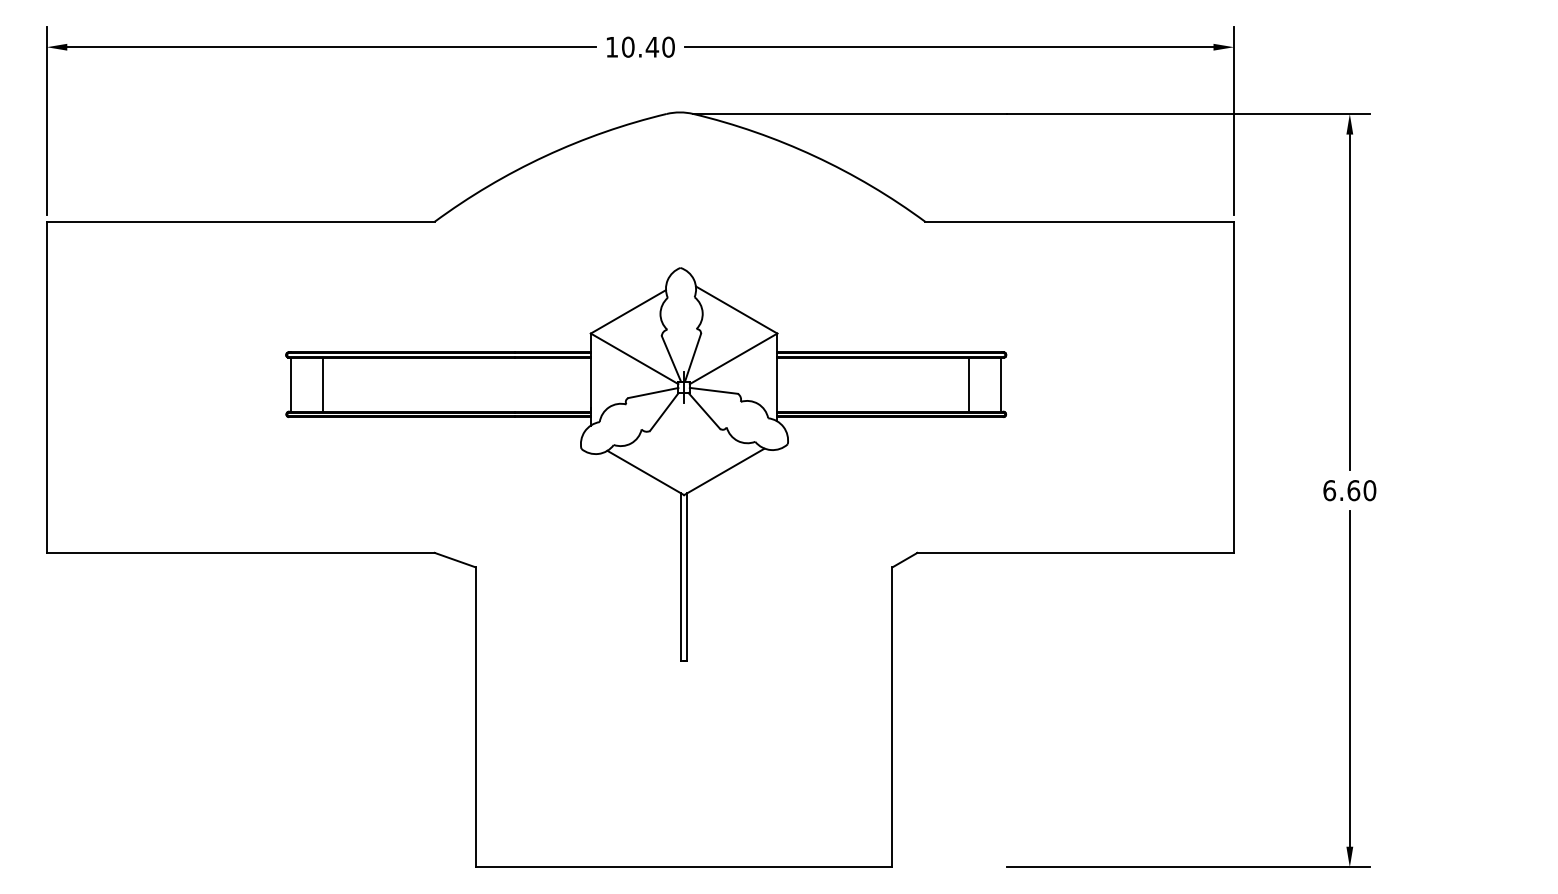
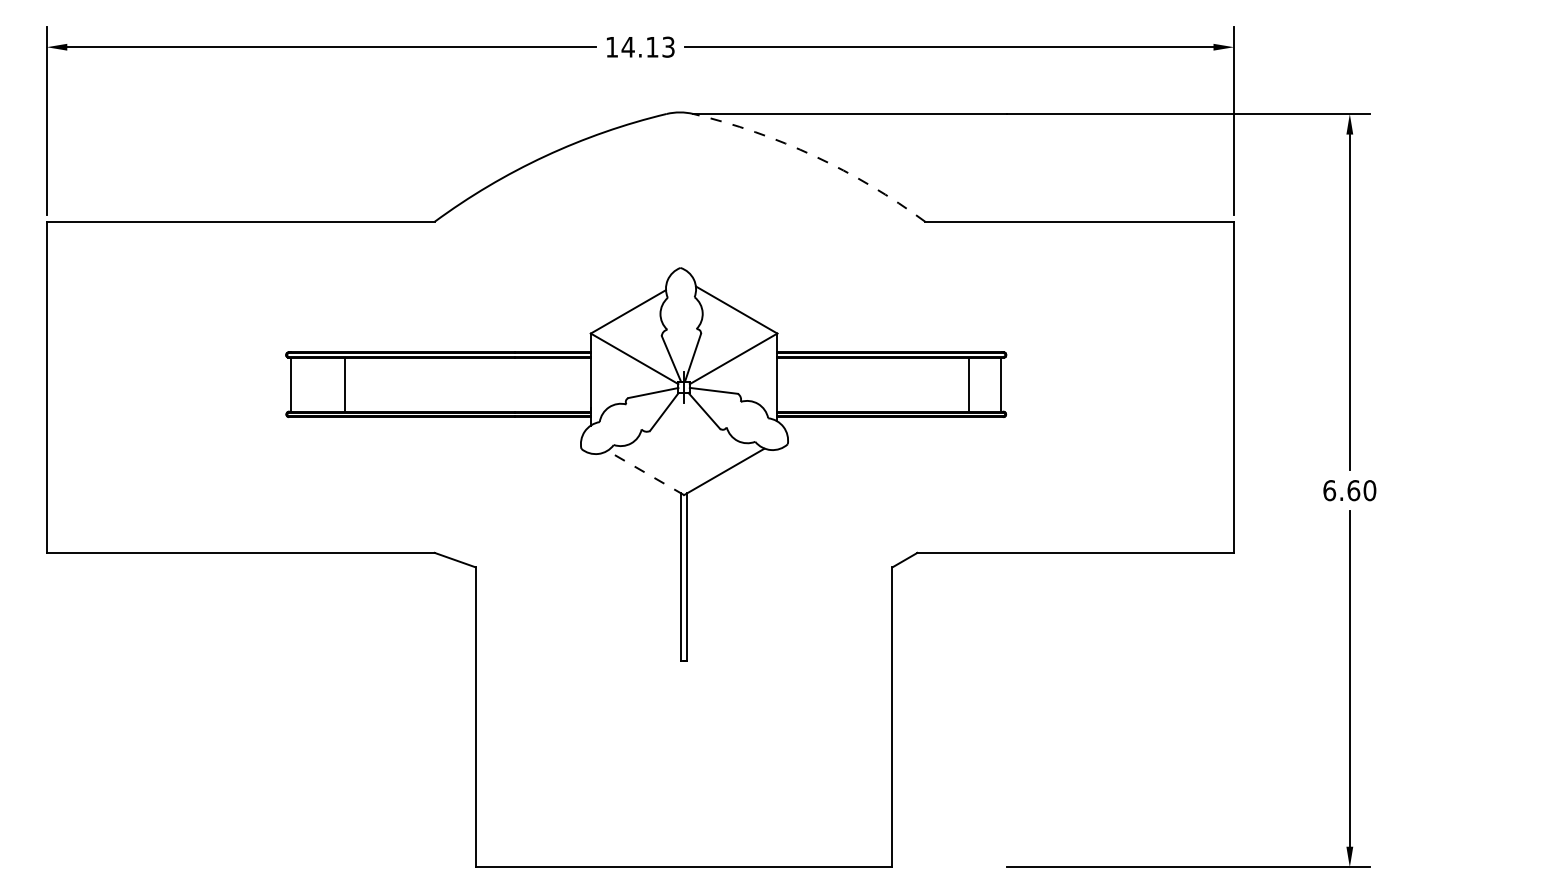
text at (647, 46): 10.40 -> 14.13
arc at (814, 156): solid -> dashed
line at (323, 384) position: (323, 384) -> (345, 384)
line at (645, 472): solid -> dashed
